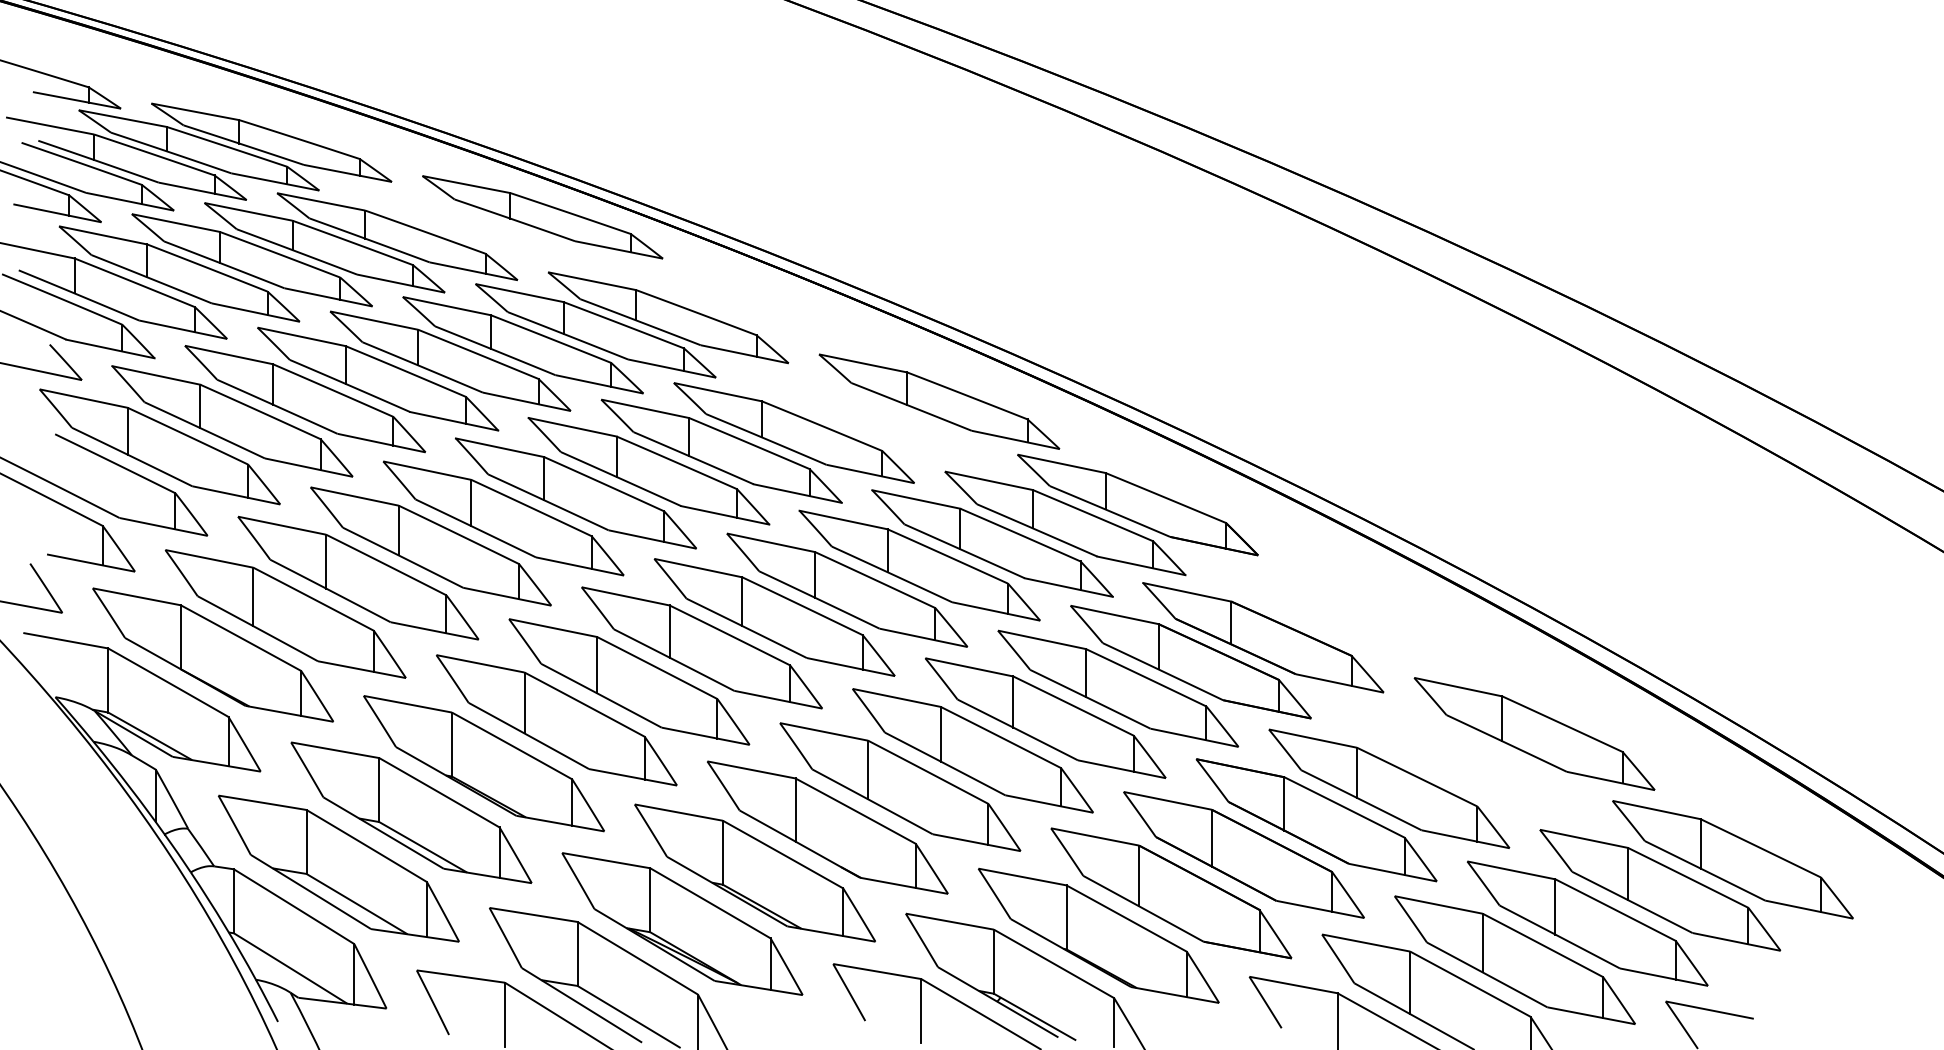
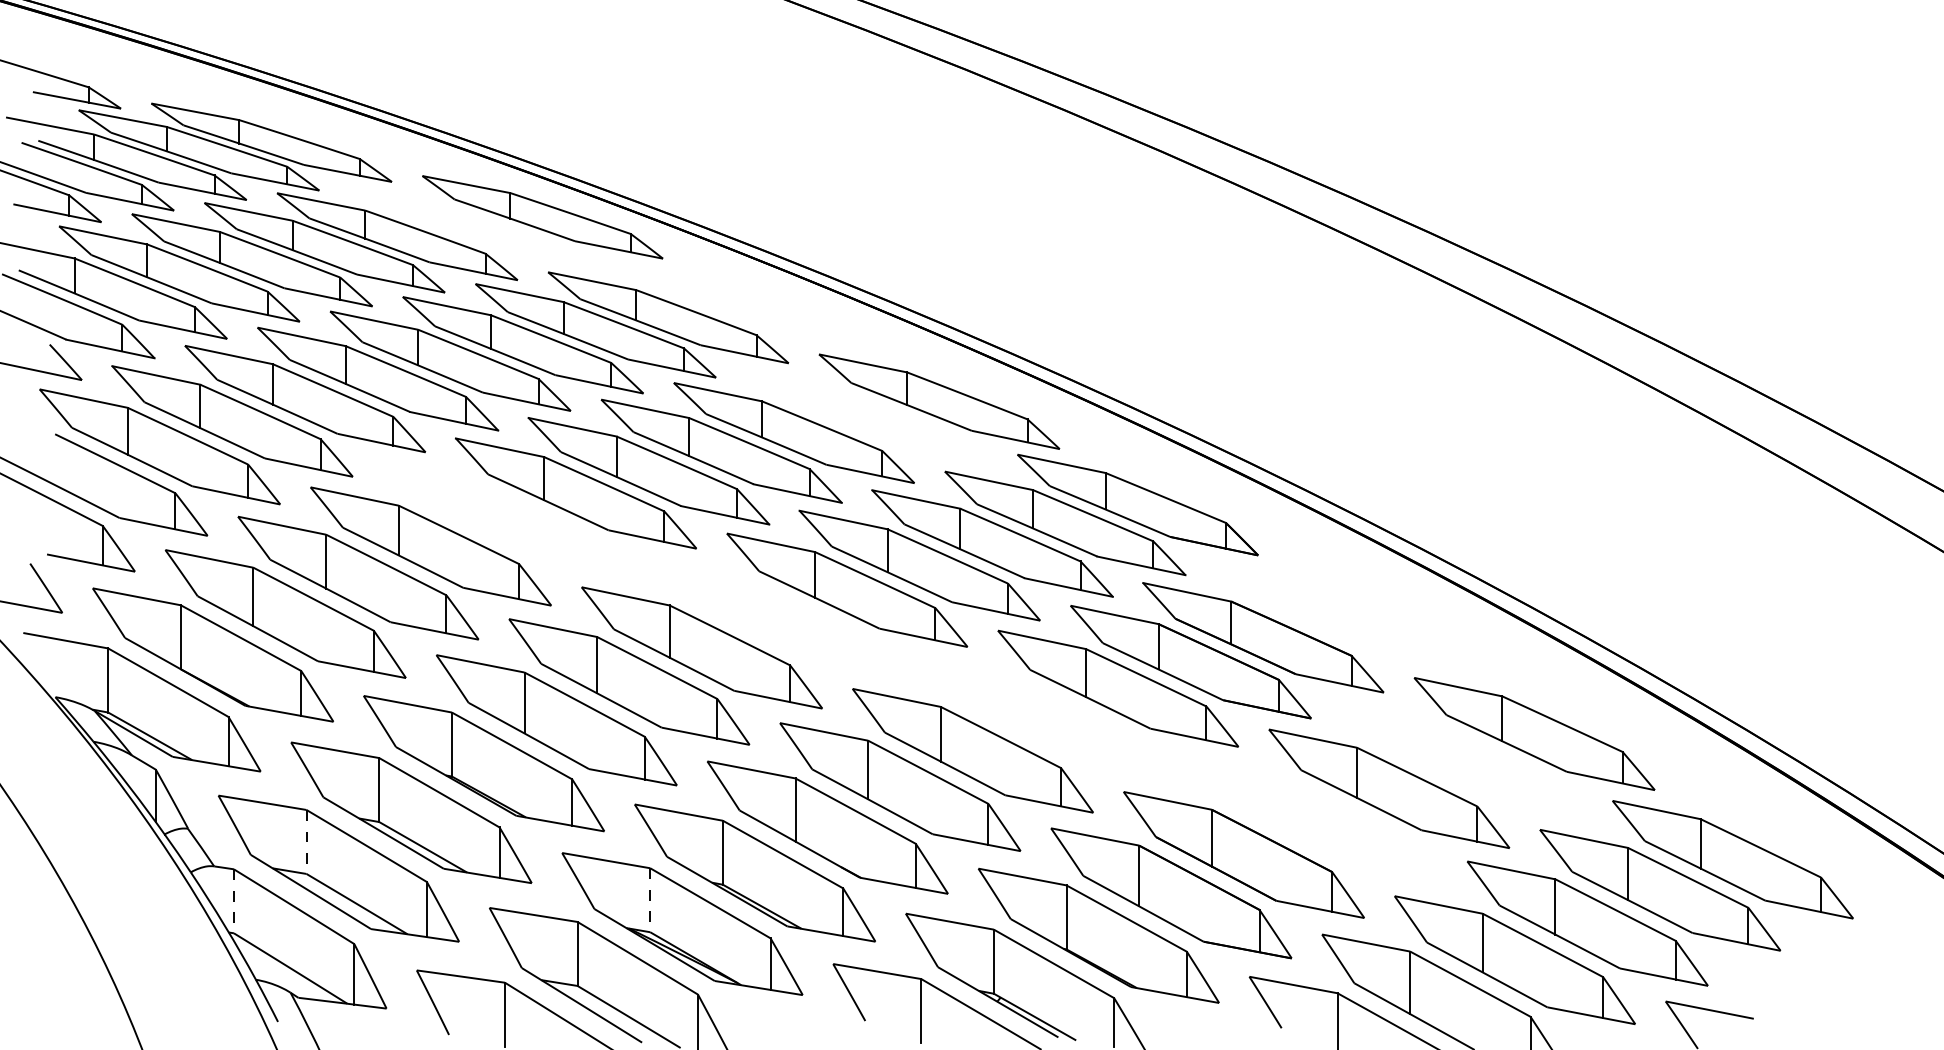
part at (503, 518): present -> none
part at (774, 617): present -> none
part at (1045, 717): present -> none
part at (1316, 820): present -> none
line at (306, 841): solid -> dashed
line at (650, 900): solid -> dashed
line at (233, 901): solid -> dashed
